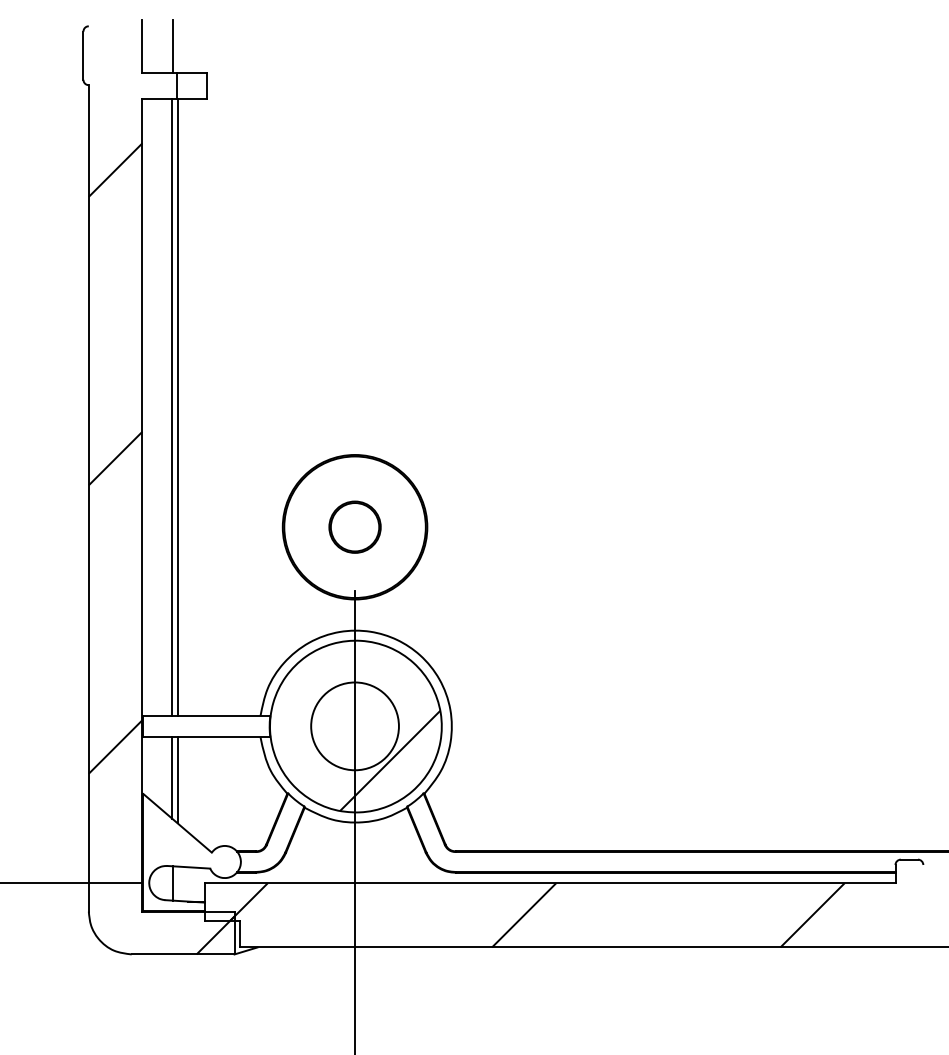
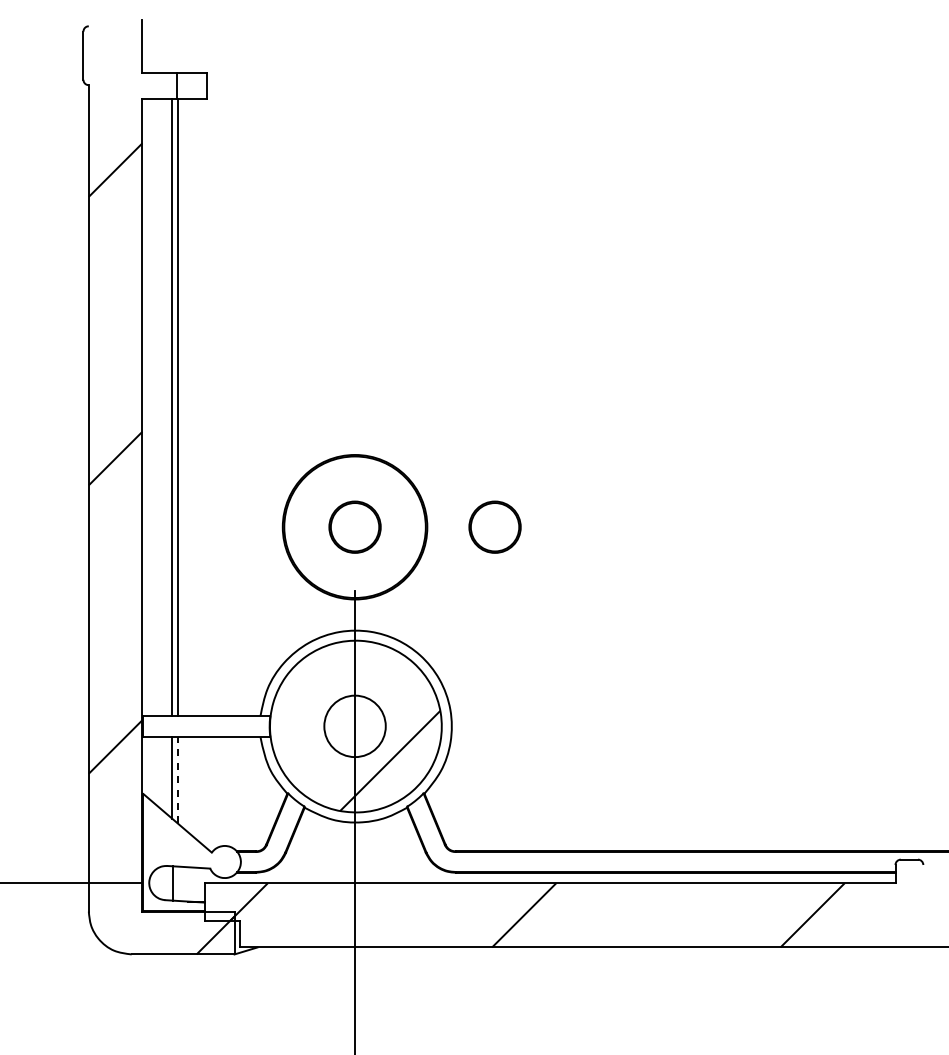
line at (172, 46): present -> none
part at (494, 526): none -> present
circle at (354, 726) diameter: 88 px -> 61 px
line at (177, 779): solid -> dashed
